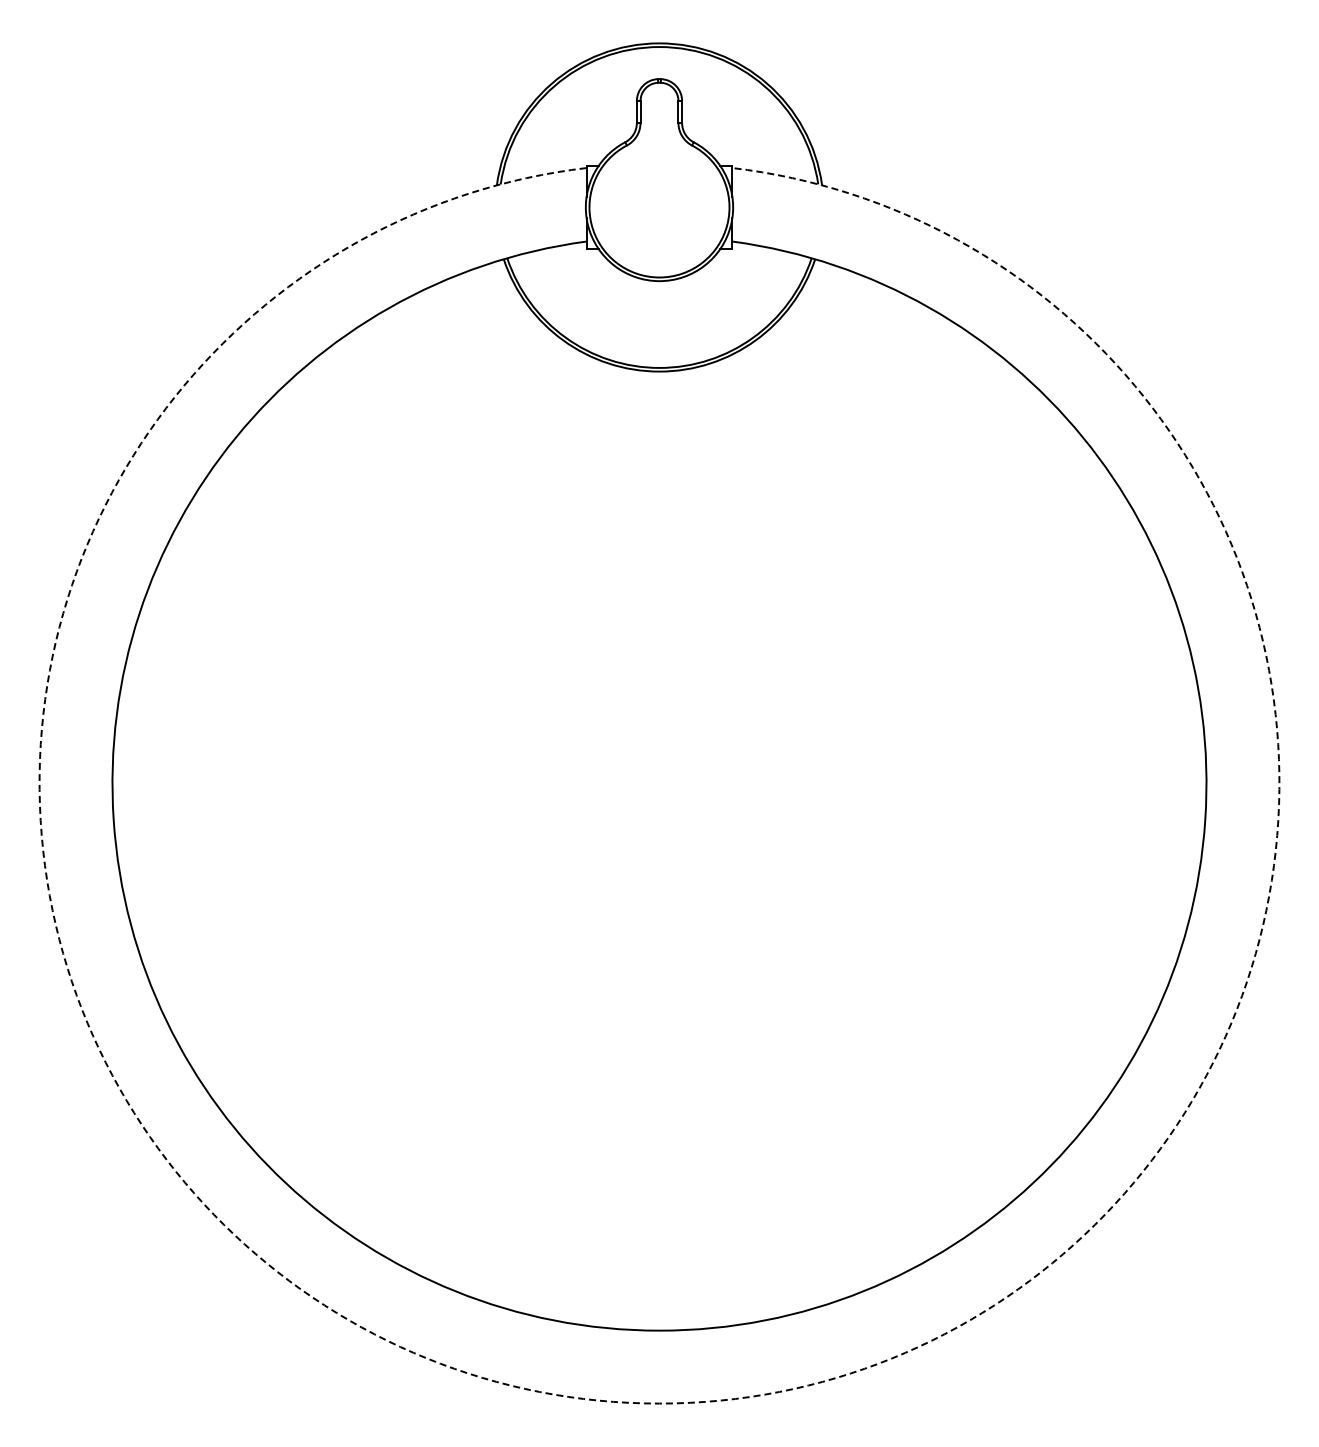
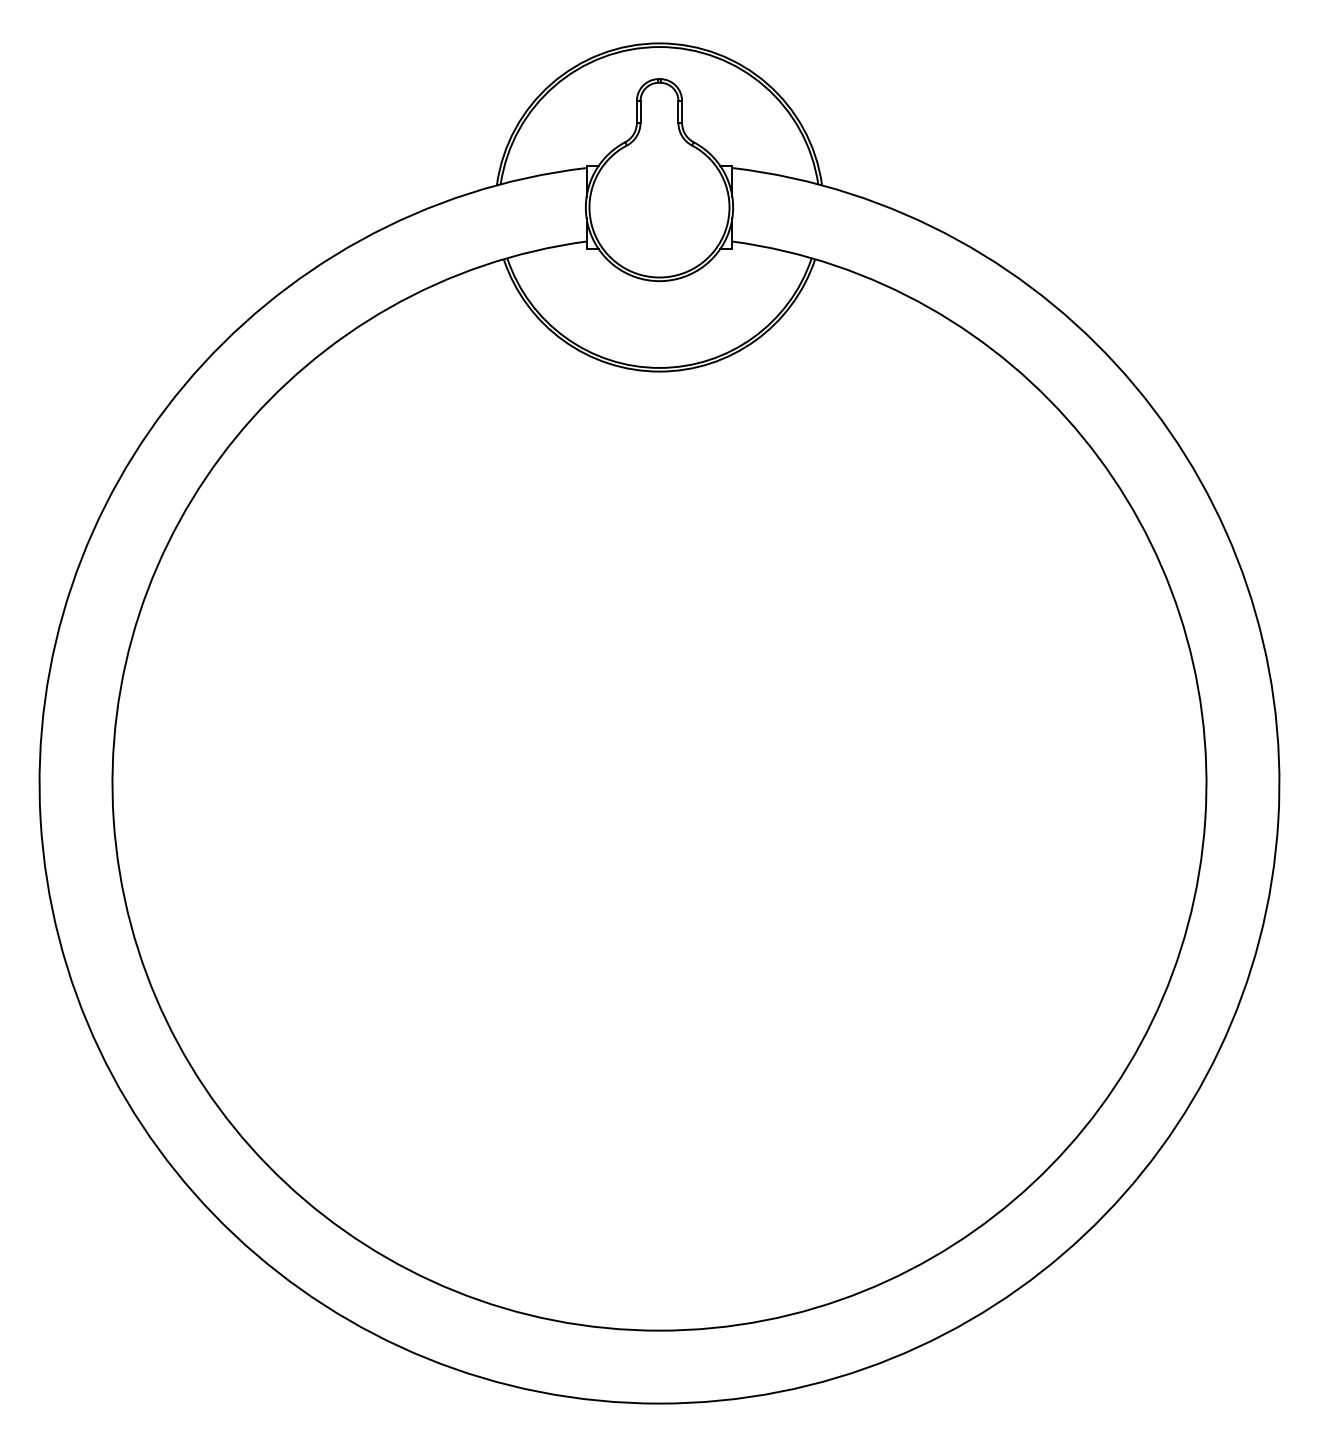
arc at (659, 1403): dashed -> solid
